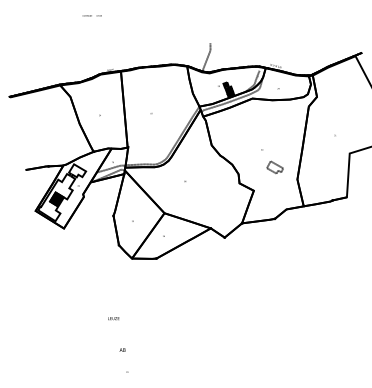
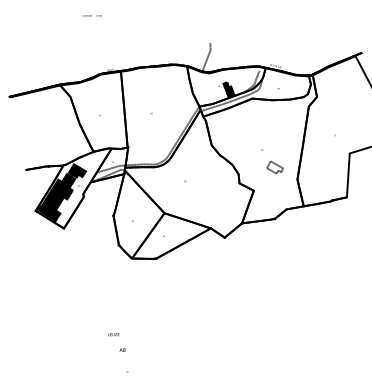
fill at (62, 192): none -> present
text at (113, 318) position: (113, 318) -> (113, 334)
